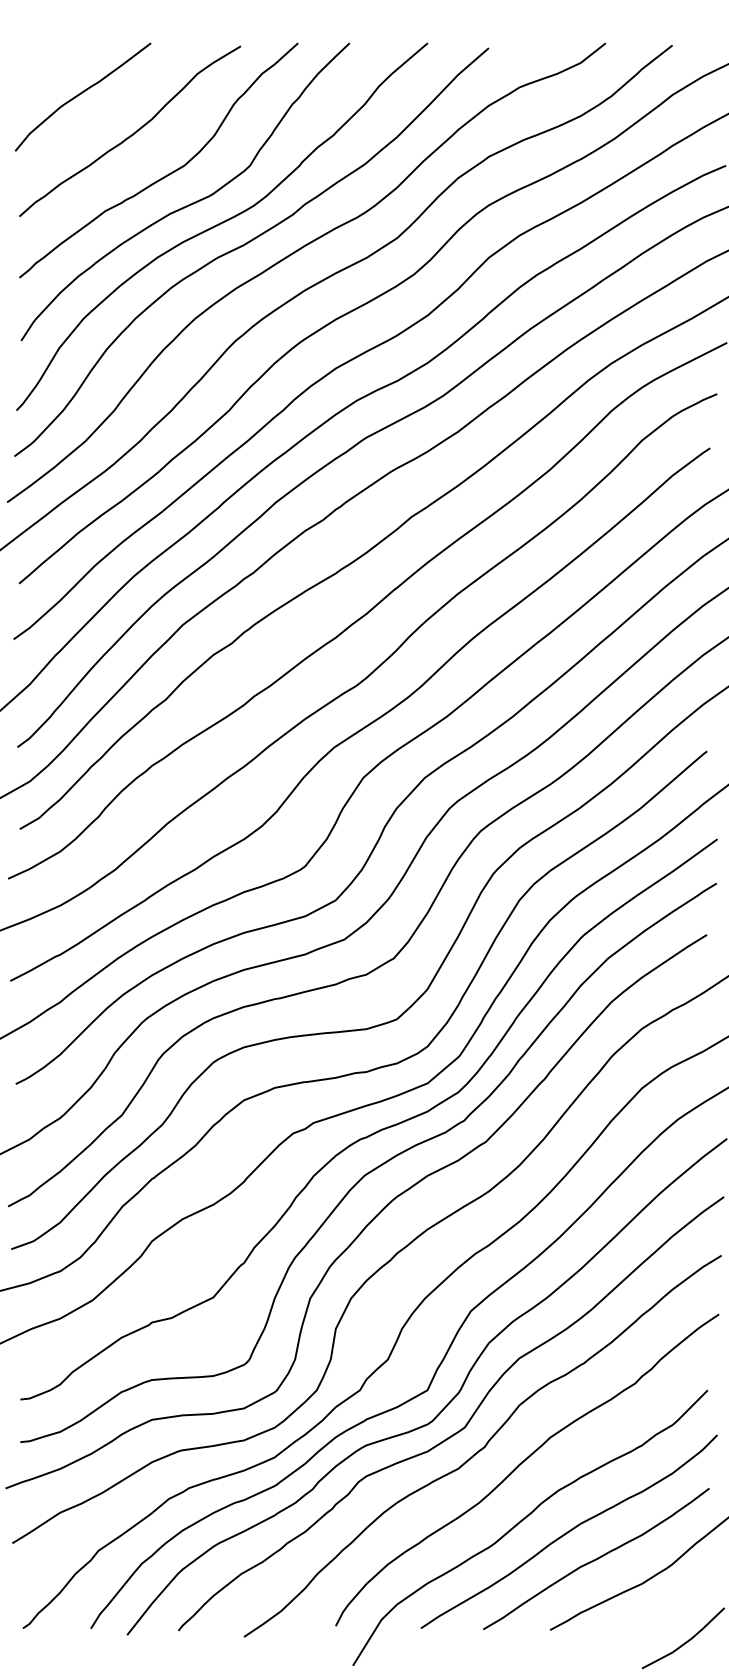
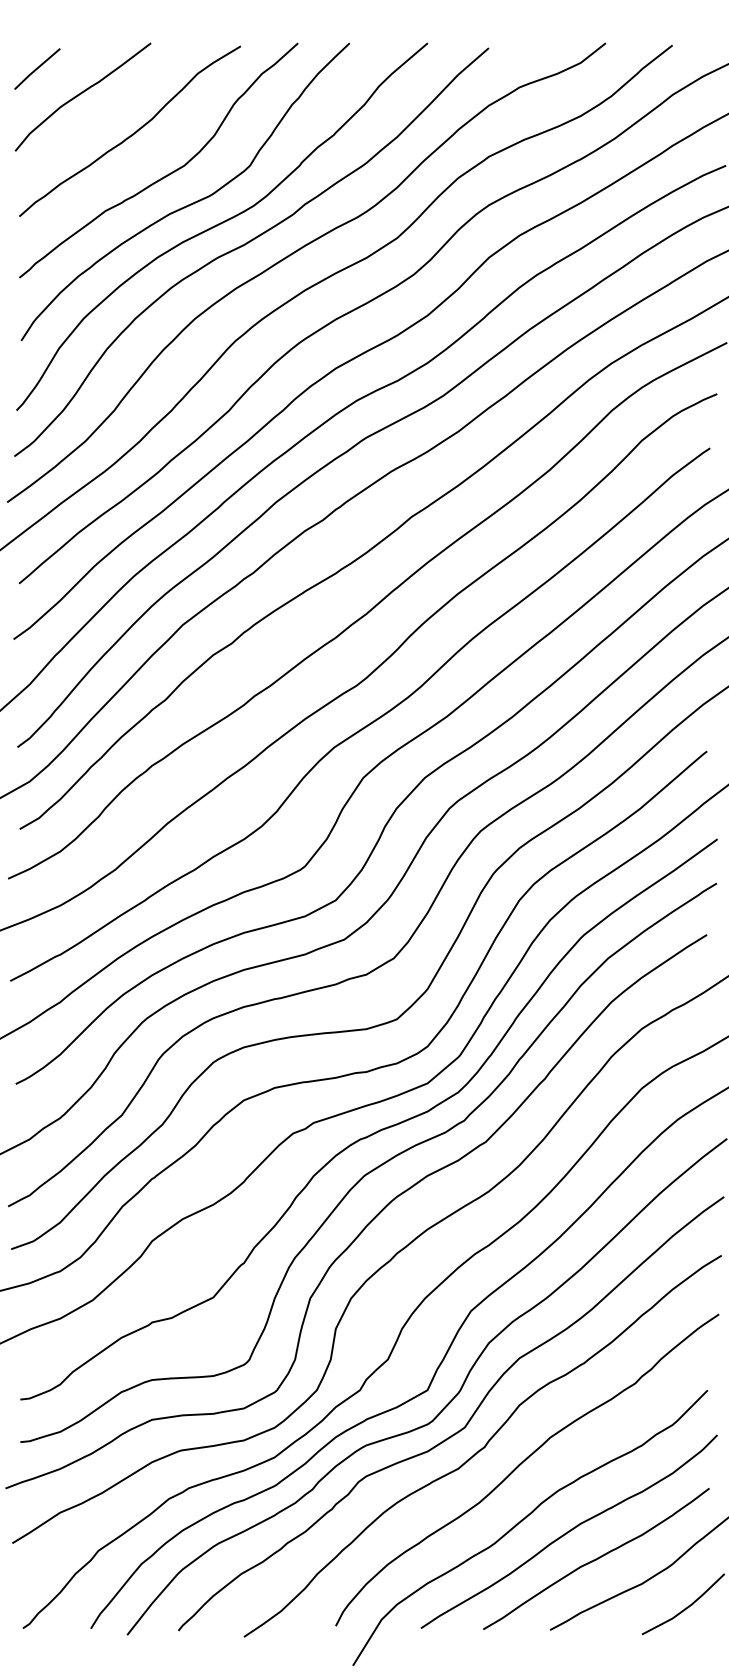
line at (37, 68): none -> present
line at (685, 1641) position: (685, 1641) -> (685, 1607)
